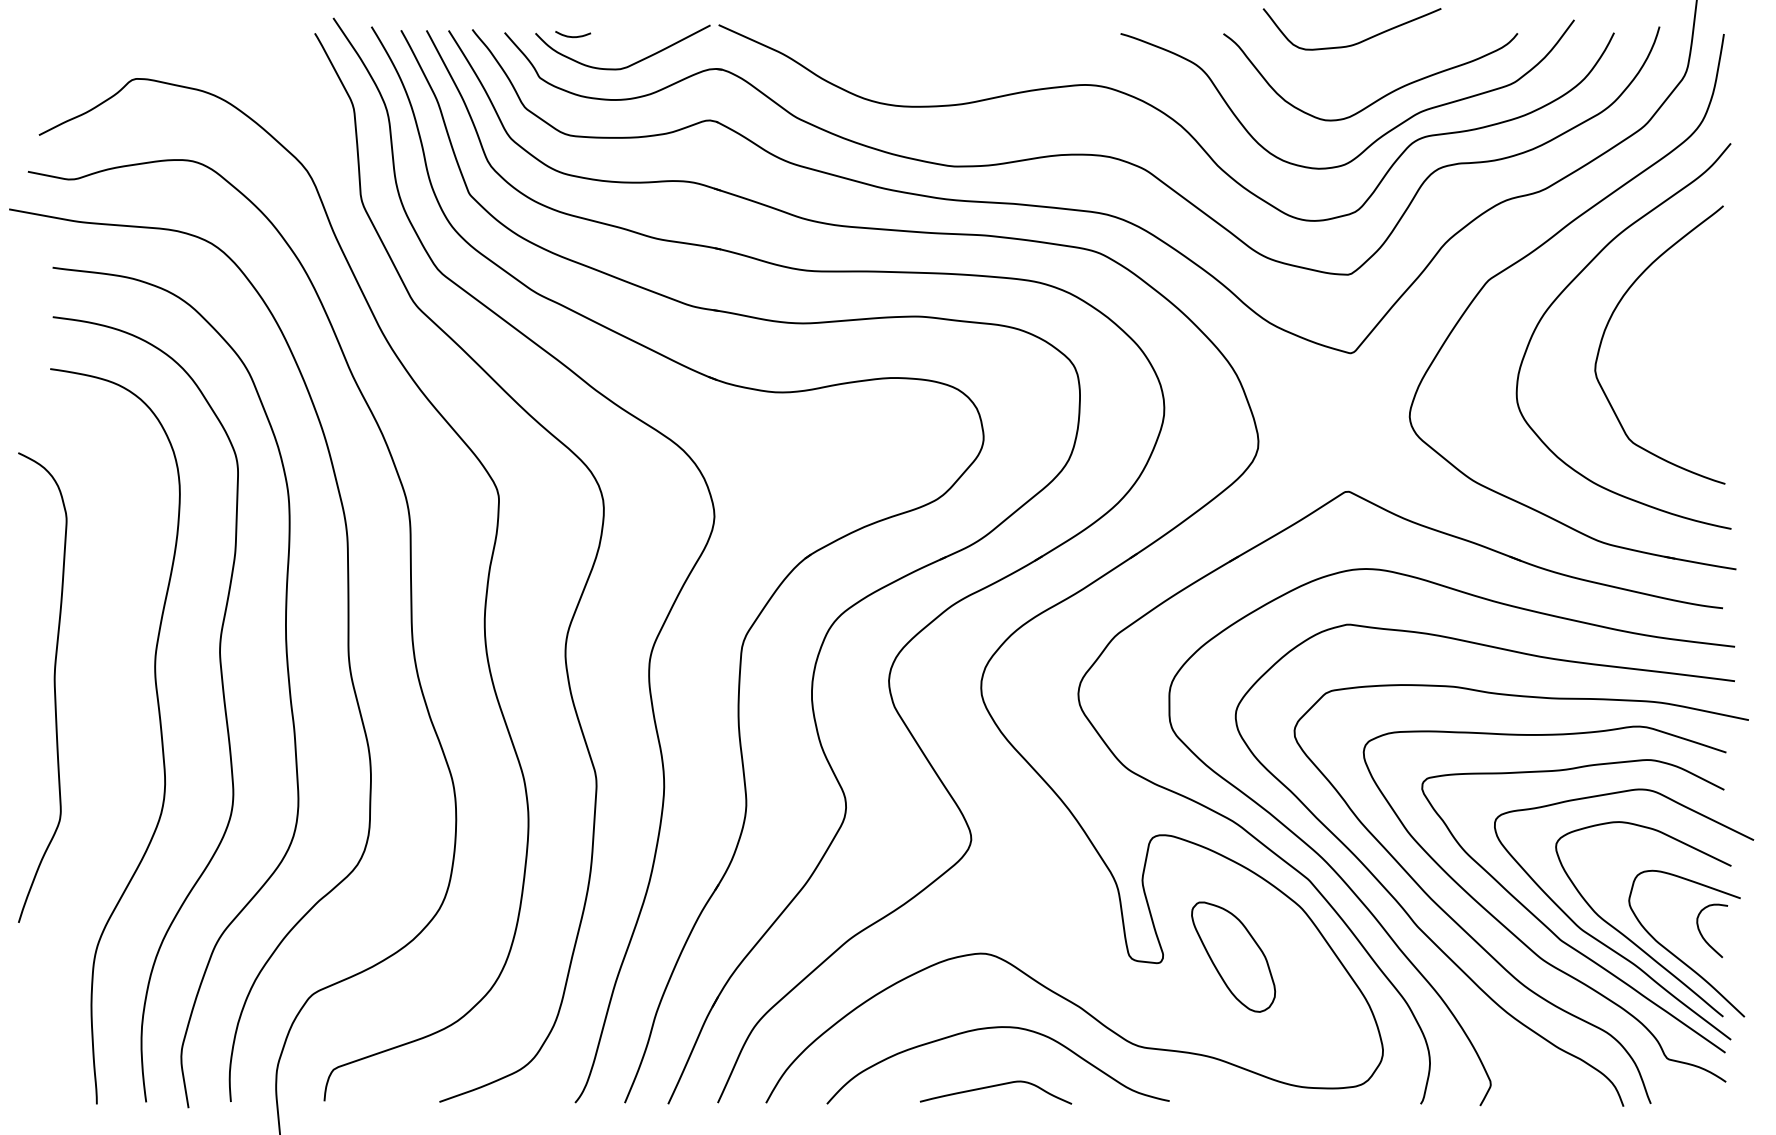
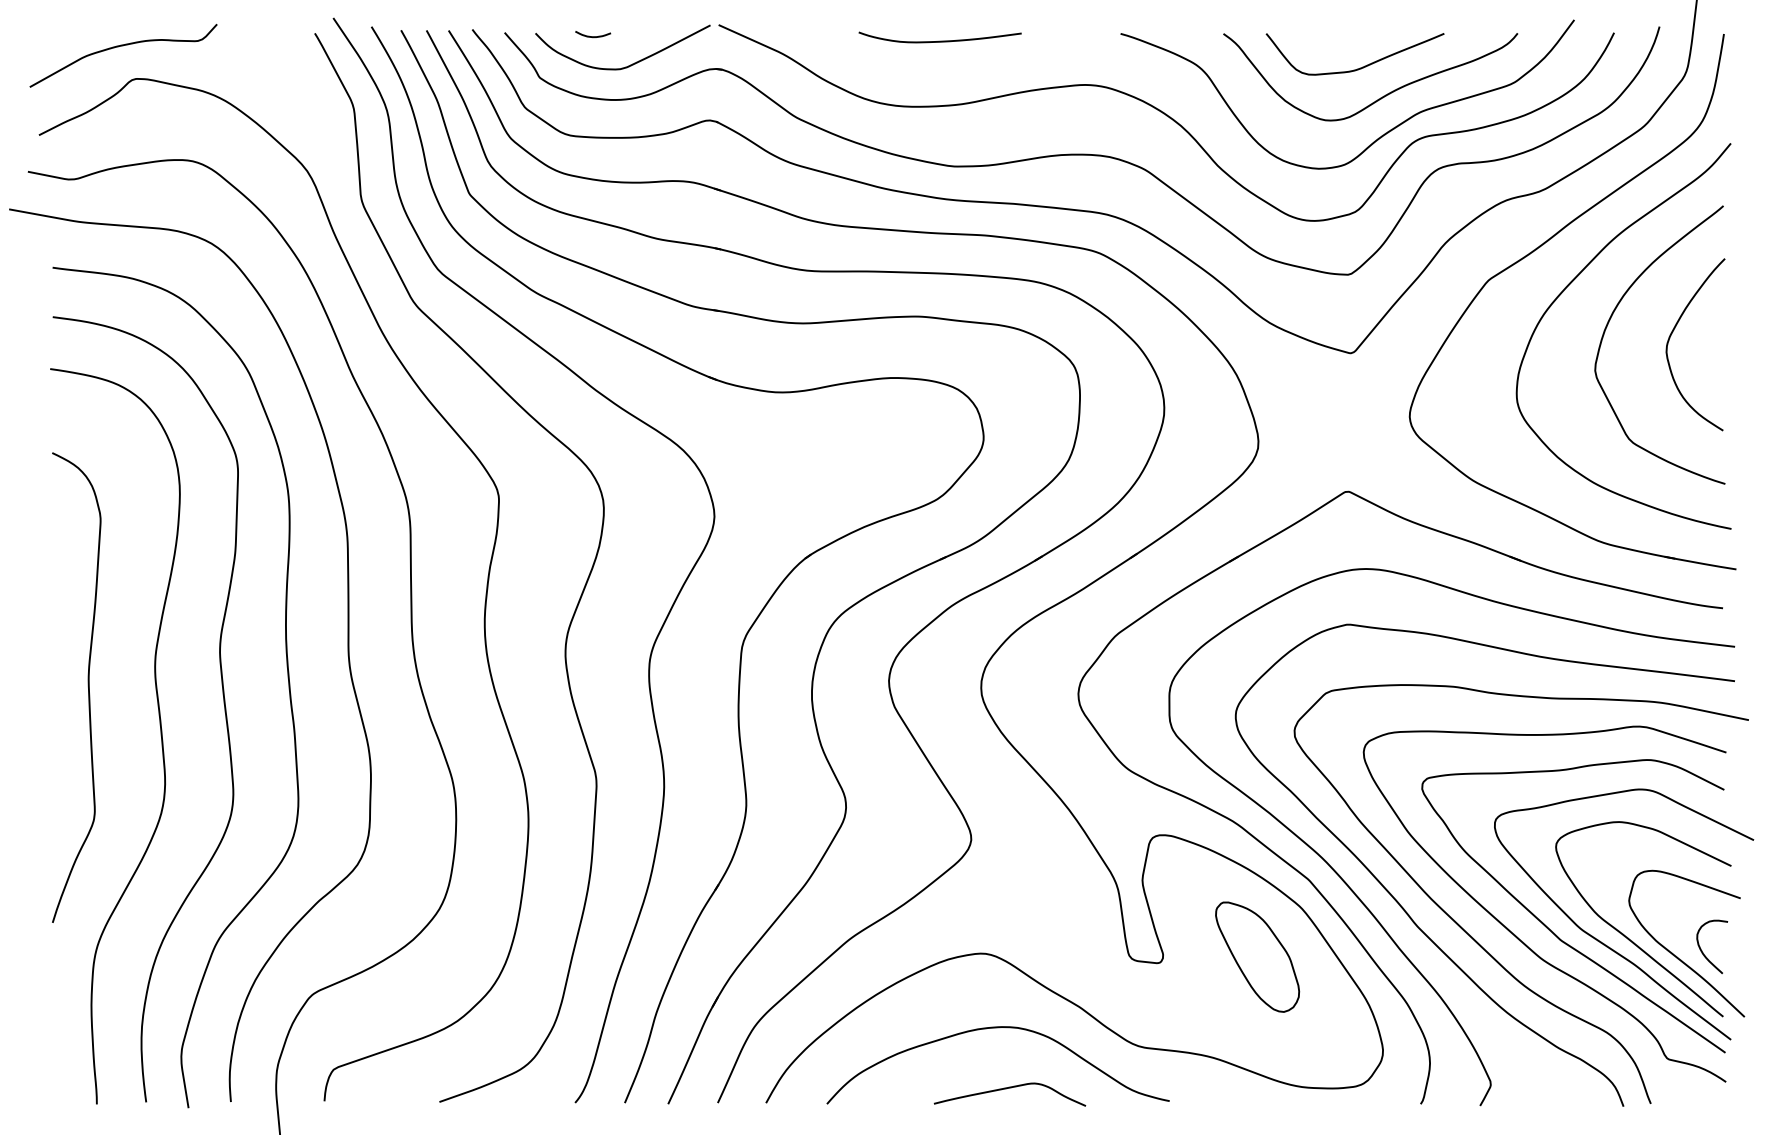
curve at (573, 36) position: (573, 36) -> (593, 36)
curve at (939, 40): none -> present
curve at (1357, 42) position: (1357, 42) -> (1360, 67)
curve at (123, 46): none -> present
curve at (1673, 332): none -> present
curve at (53, 686) position: (53, 686) -> (87, 686)
curve at (1702, 934) position: (1702, 934) -> (1702, 950)
part at (1233, 956) position: (1233, 956) -> (1257, 956)
curve at (992, 1087) position: (992, 1087) -> (1006, 1089)
